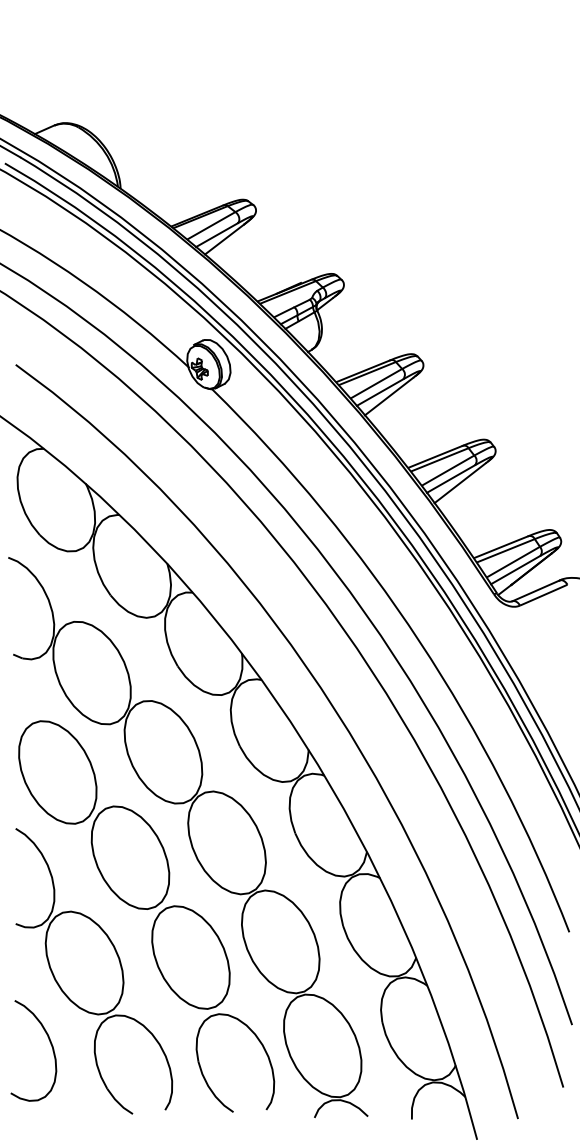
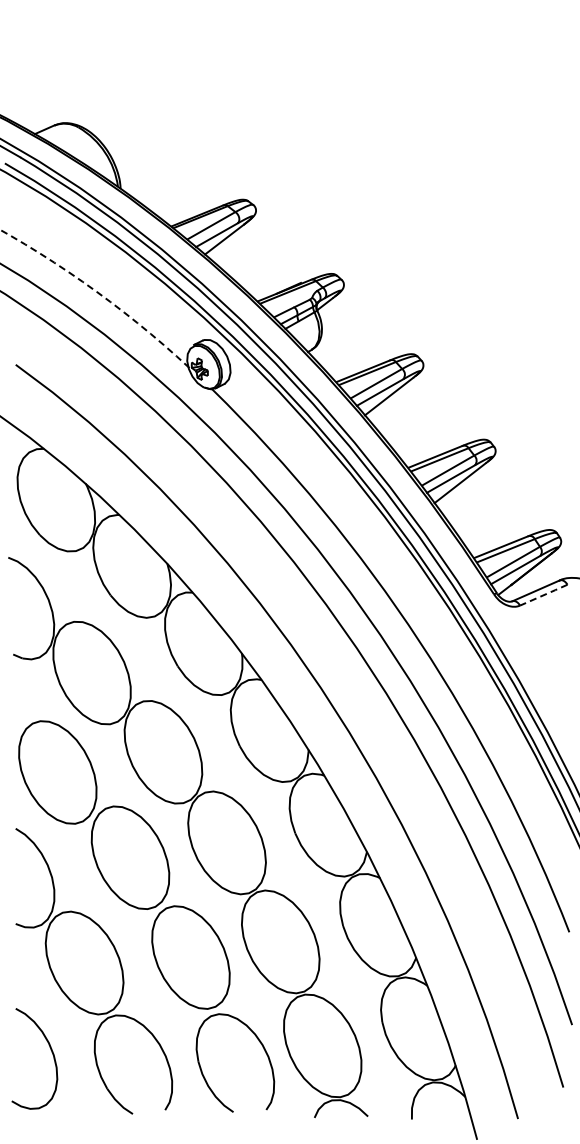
arc at (98, 293): solid -> dashed
line at (544, 594): solid -> dashed
curve at (49, 1042) position: (49, 1042) -> (50, 1050)
